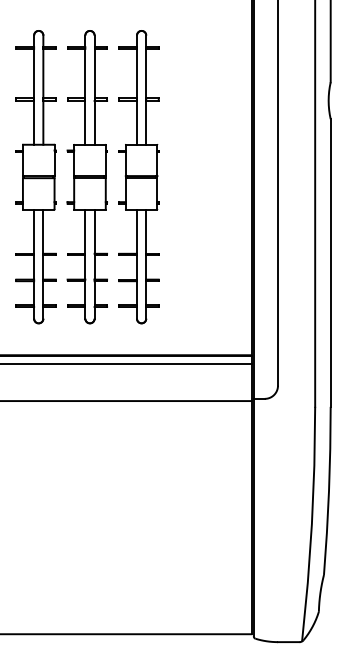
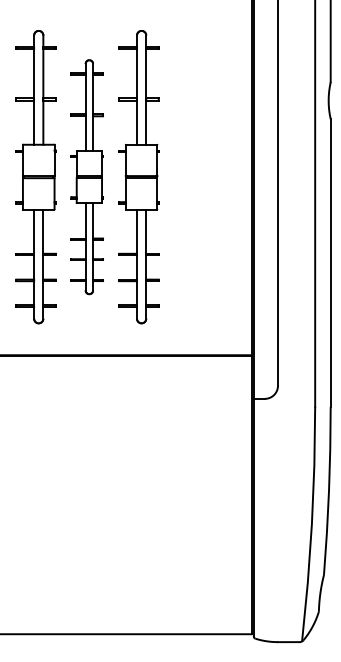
part at (86, 177) size: 42x295 px -> 34x237 px
line at (126, 364): present -> none
line at (126, 401): present -> none
